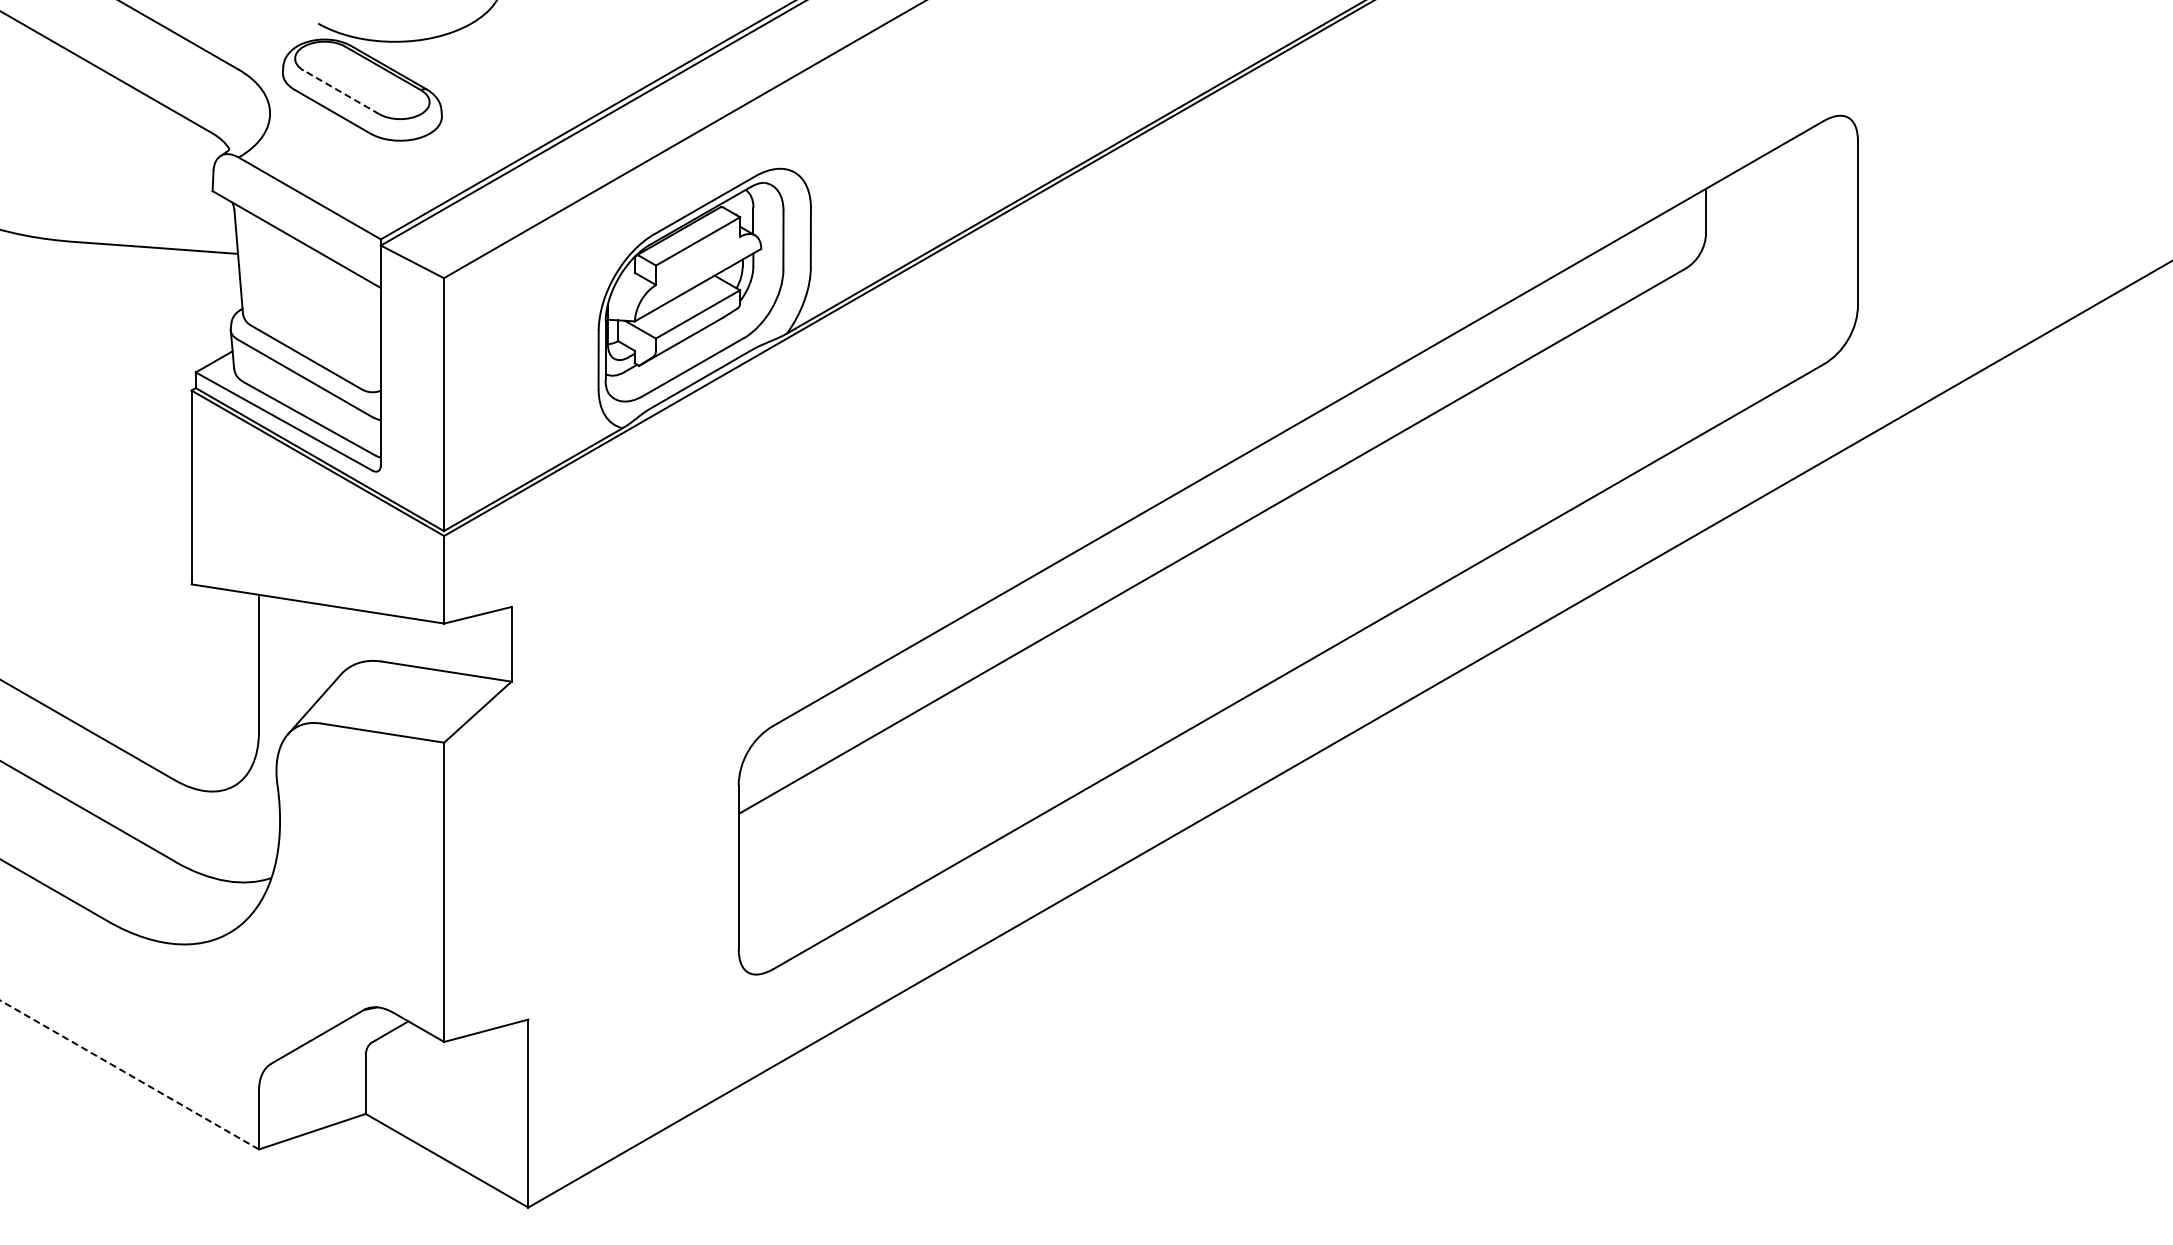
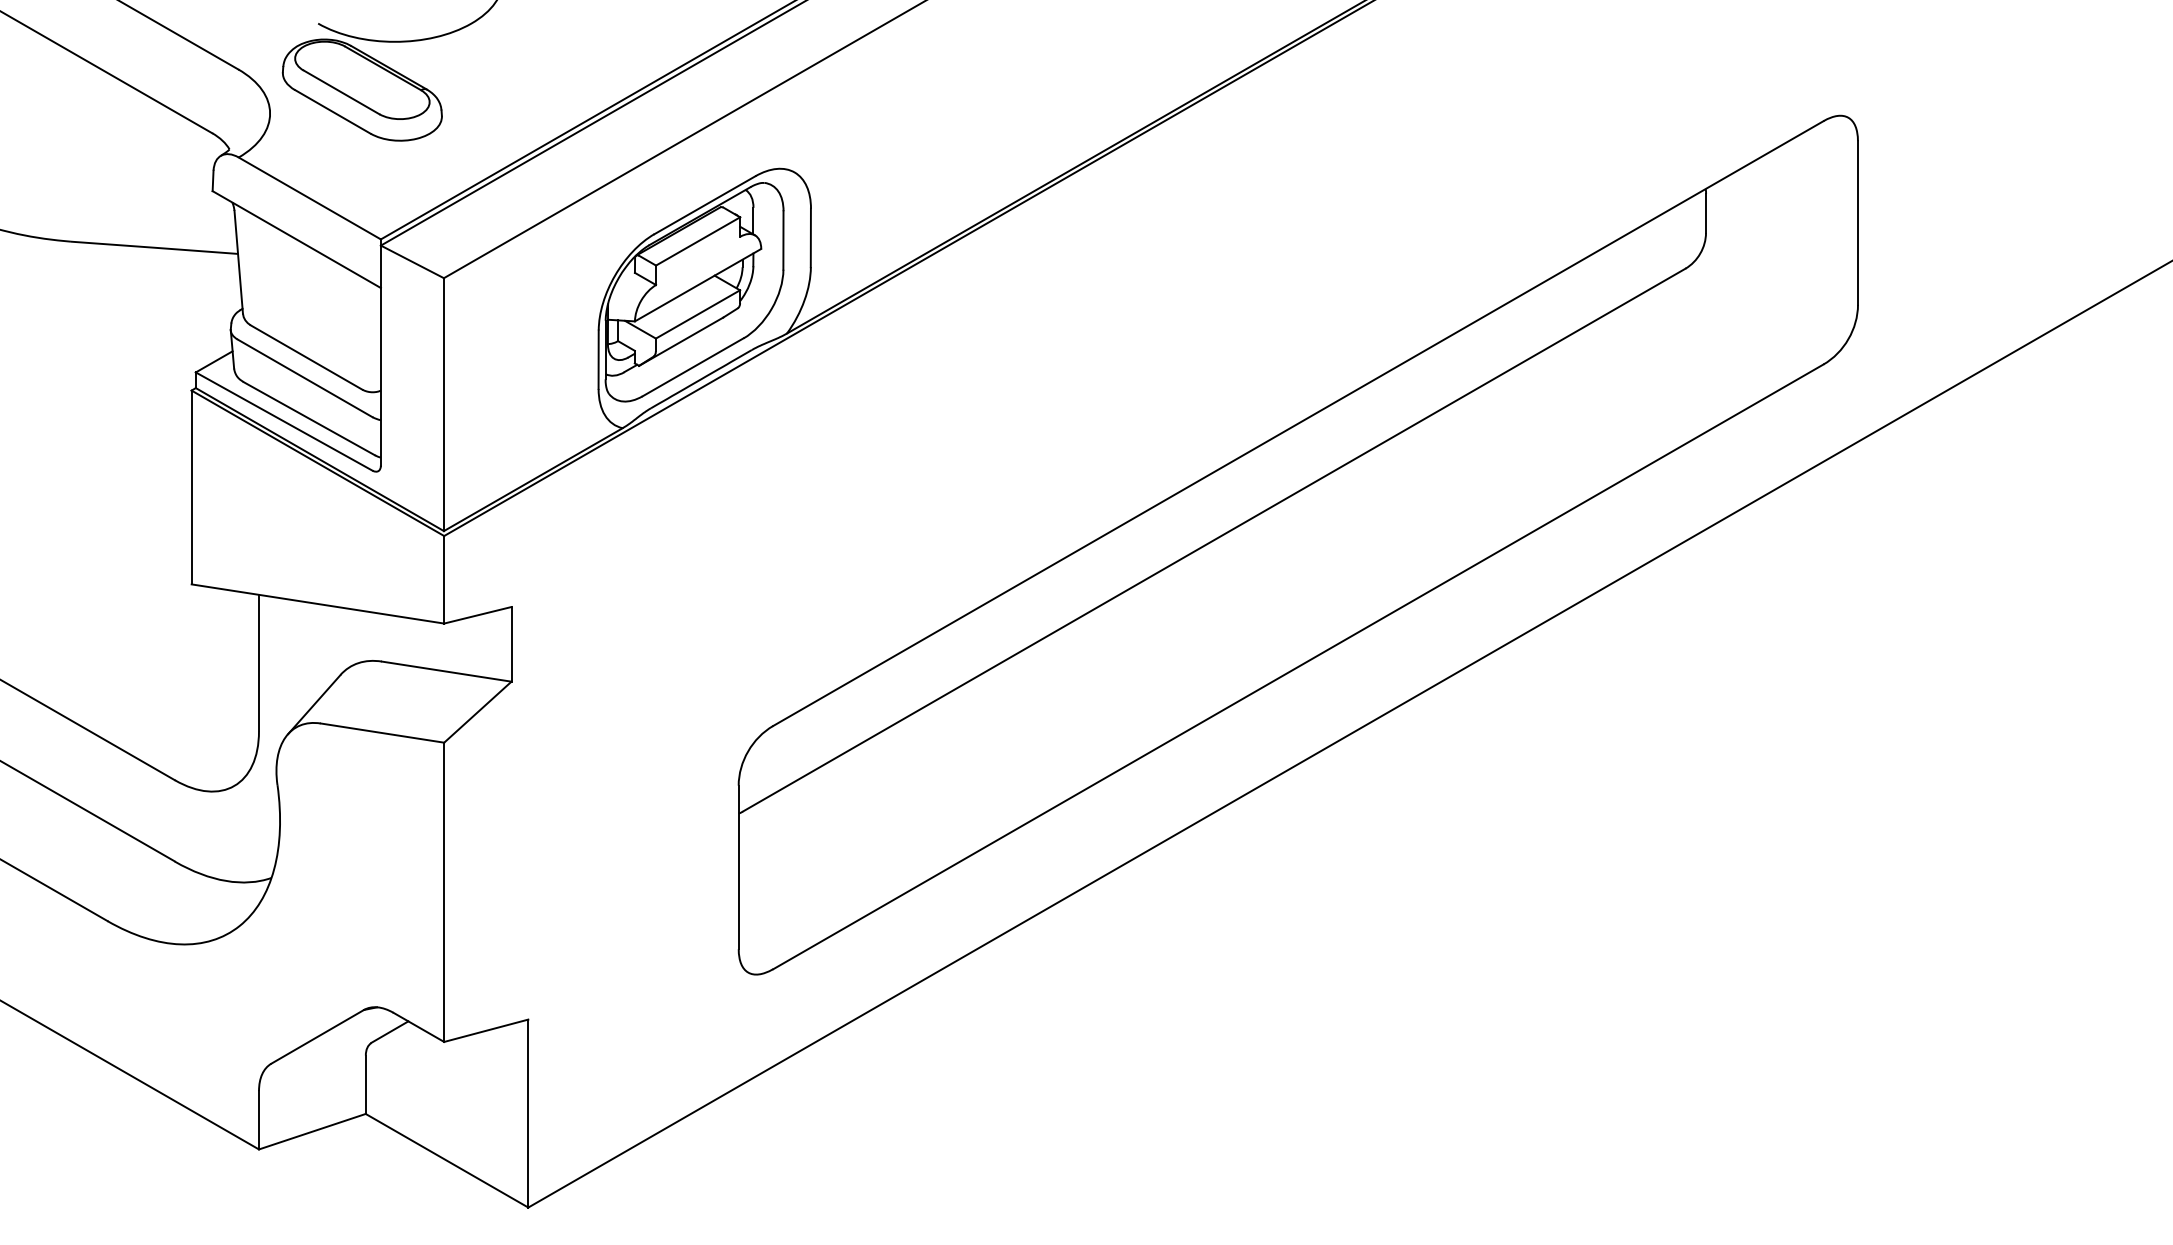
line at (341, 92): dashed -> solid
line at (129, 1074): dashed -> solid
